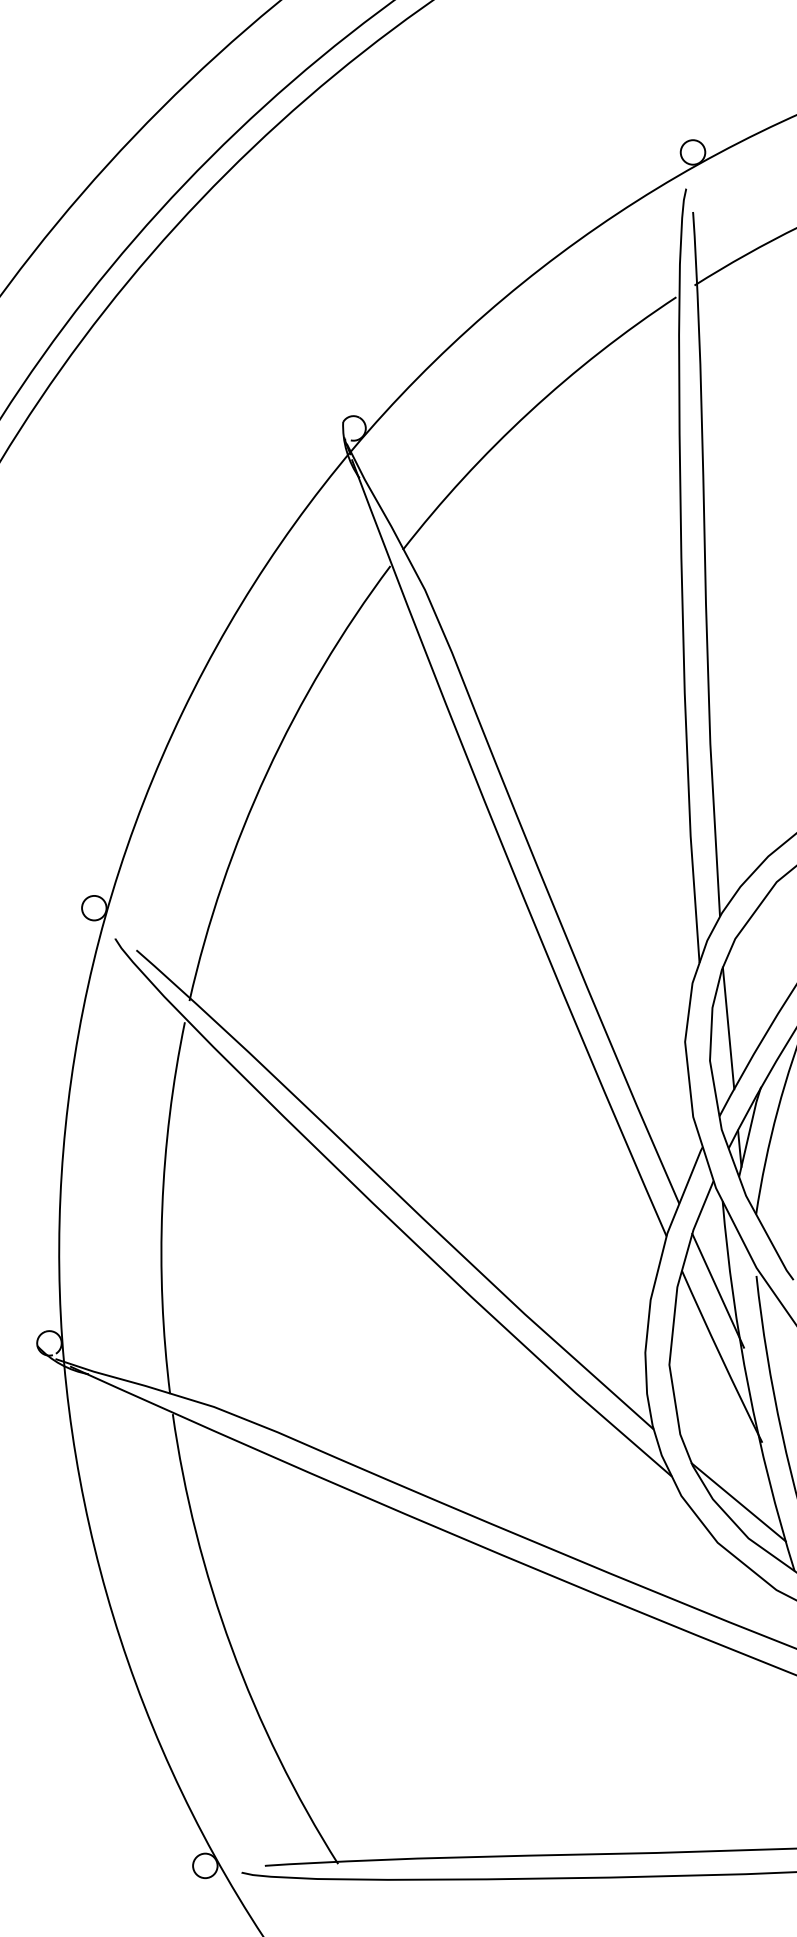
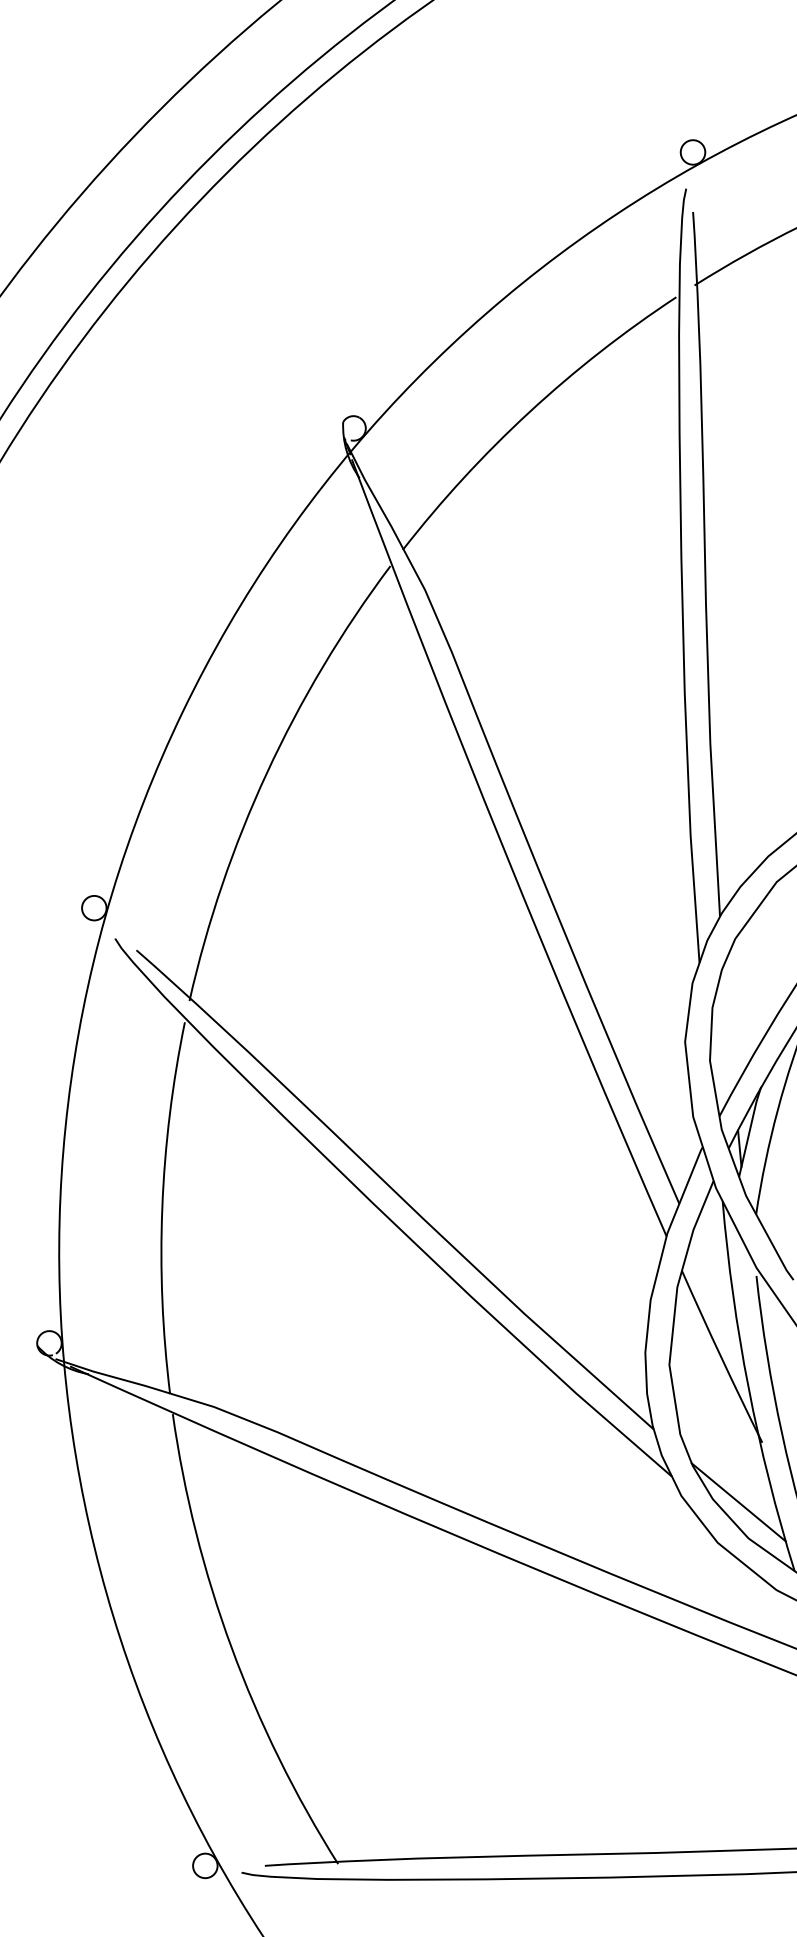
line at (728, 1028): present -> none
line at (718, 1290): present -> none
